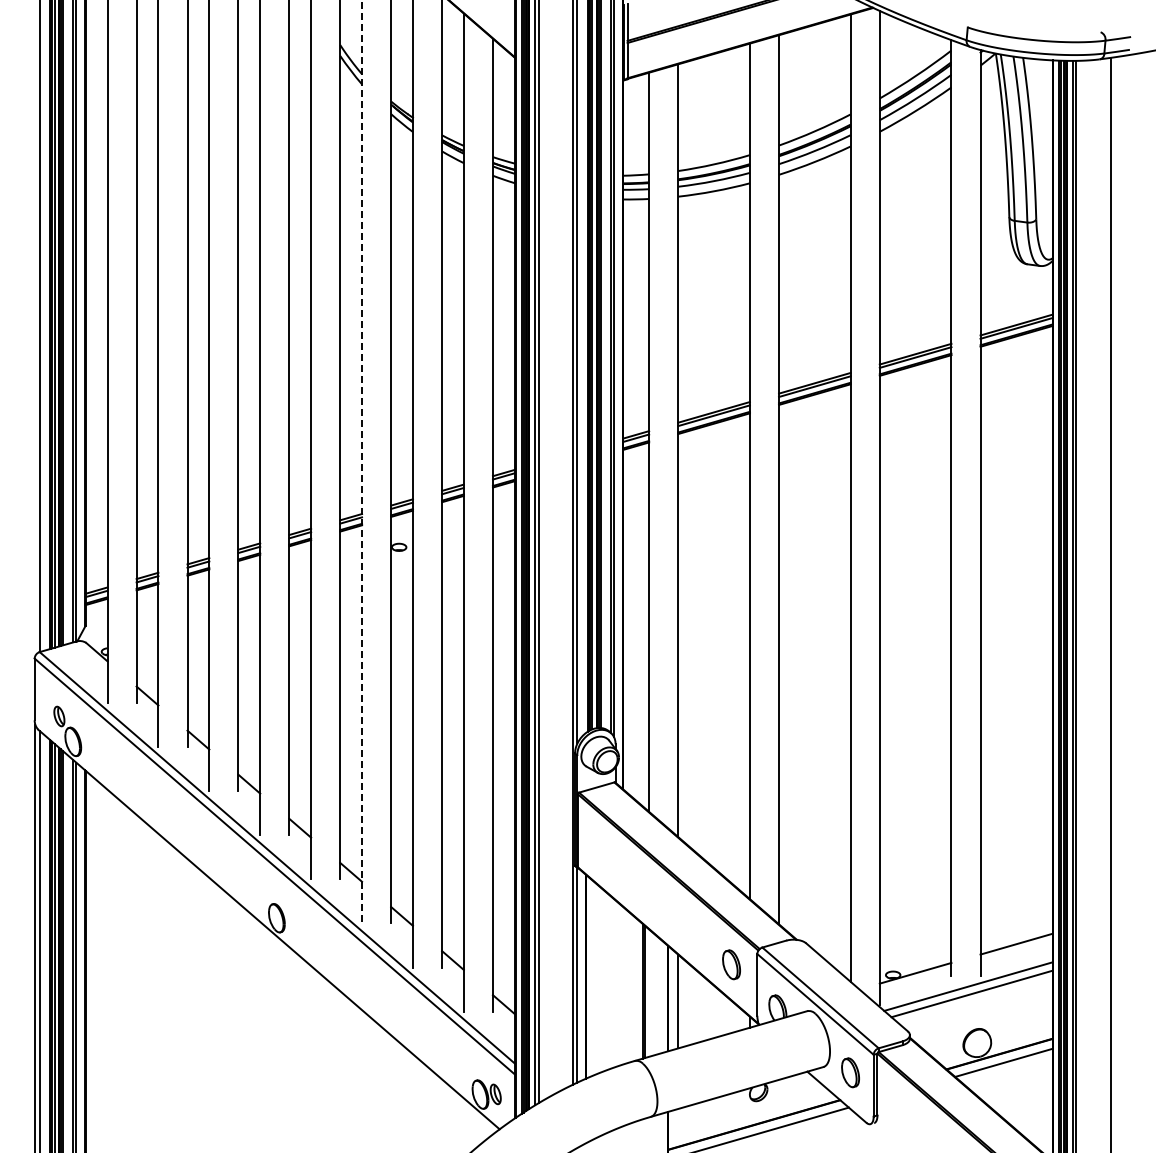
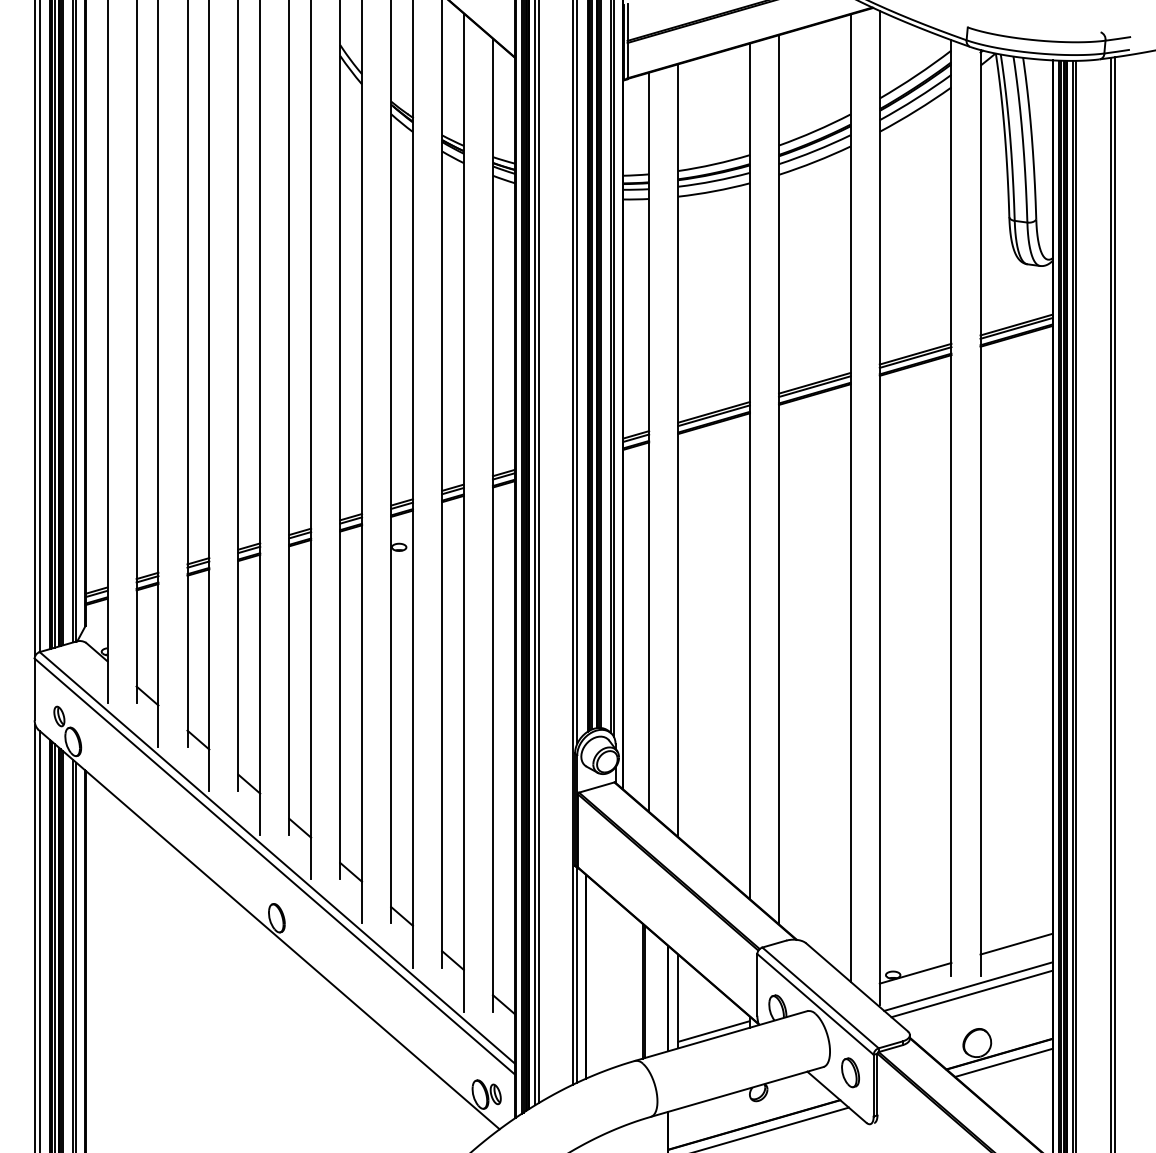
line at (35, 328): none -> present
line at (362, 461): dashed -> solid
line at (1115, 603): none -> present
part at (731, 964): present -> none
line at (713, 1031): none -> present
